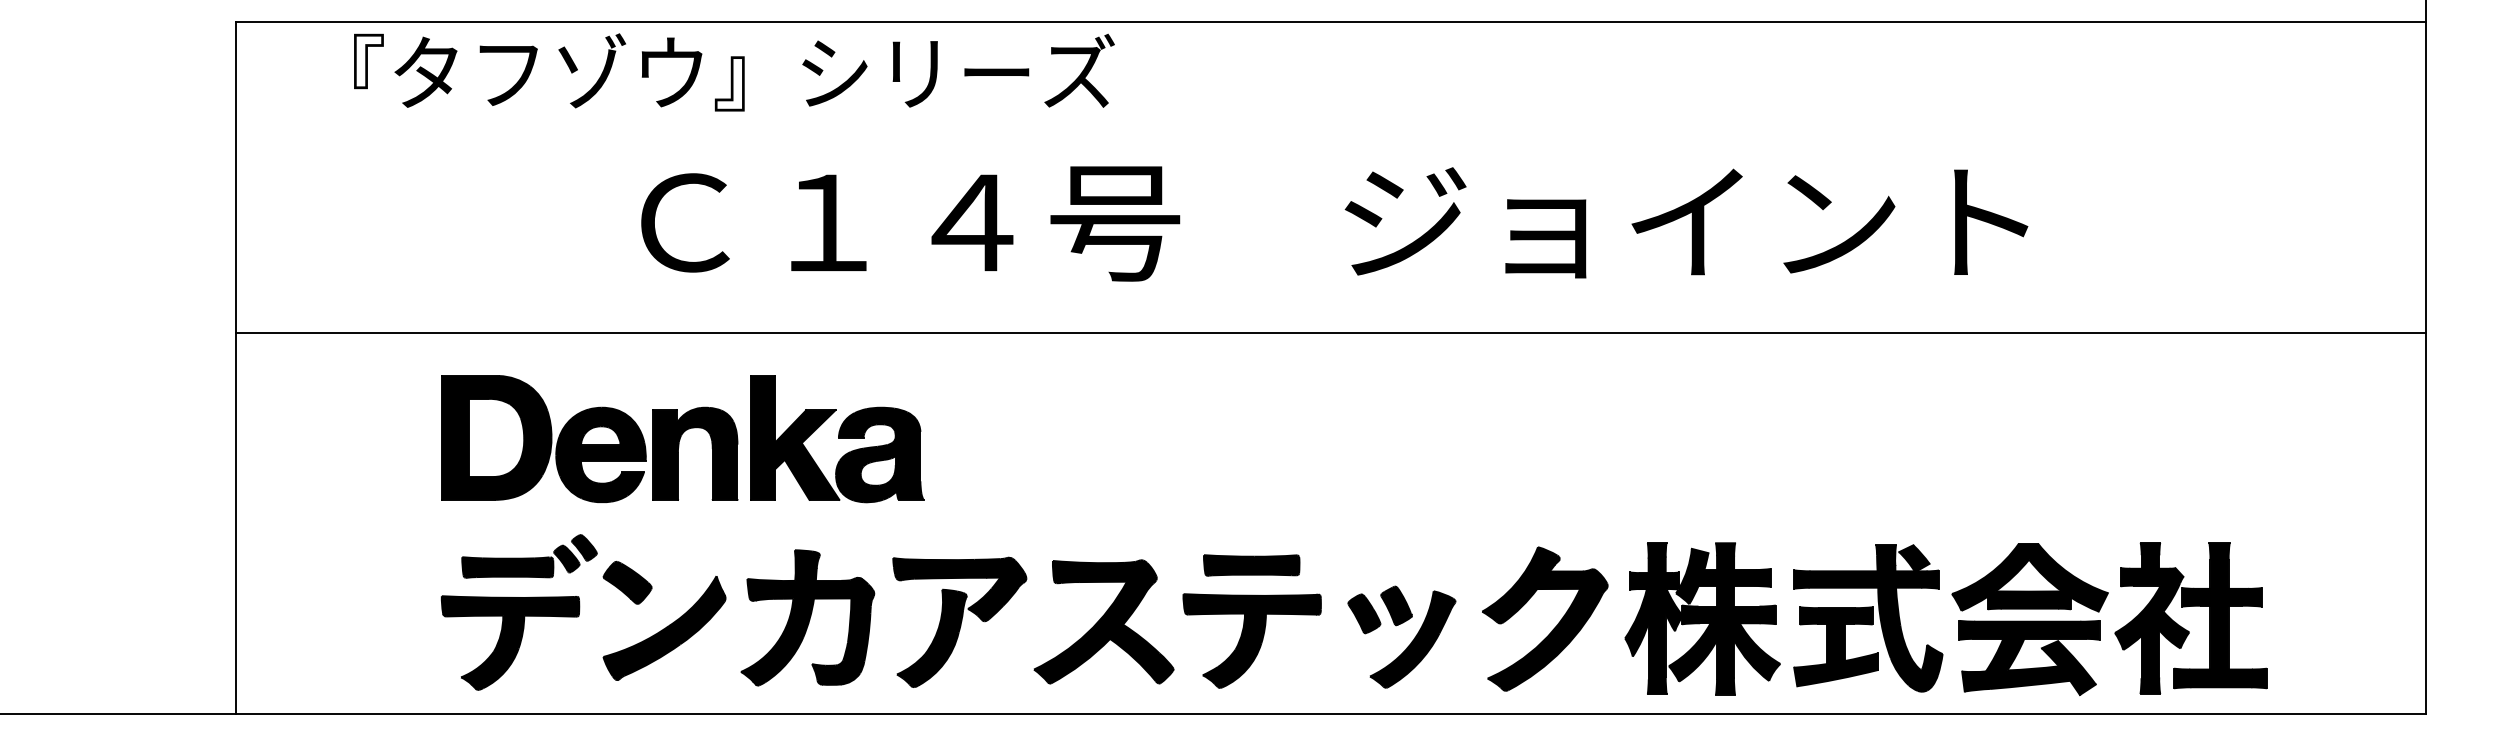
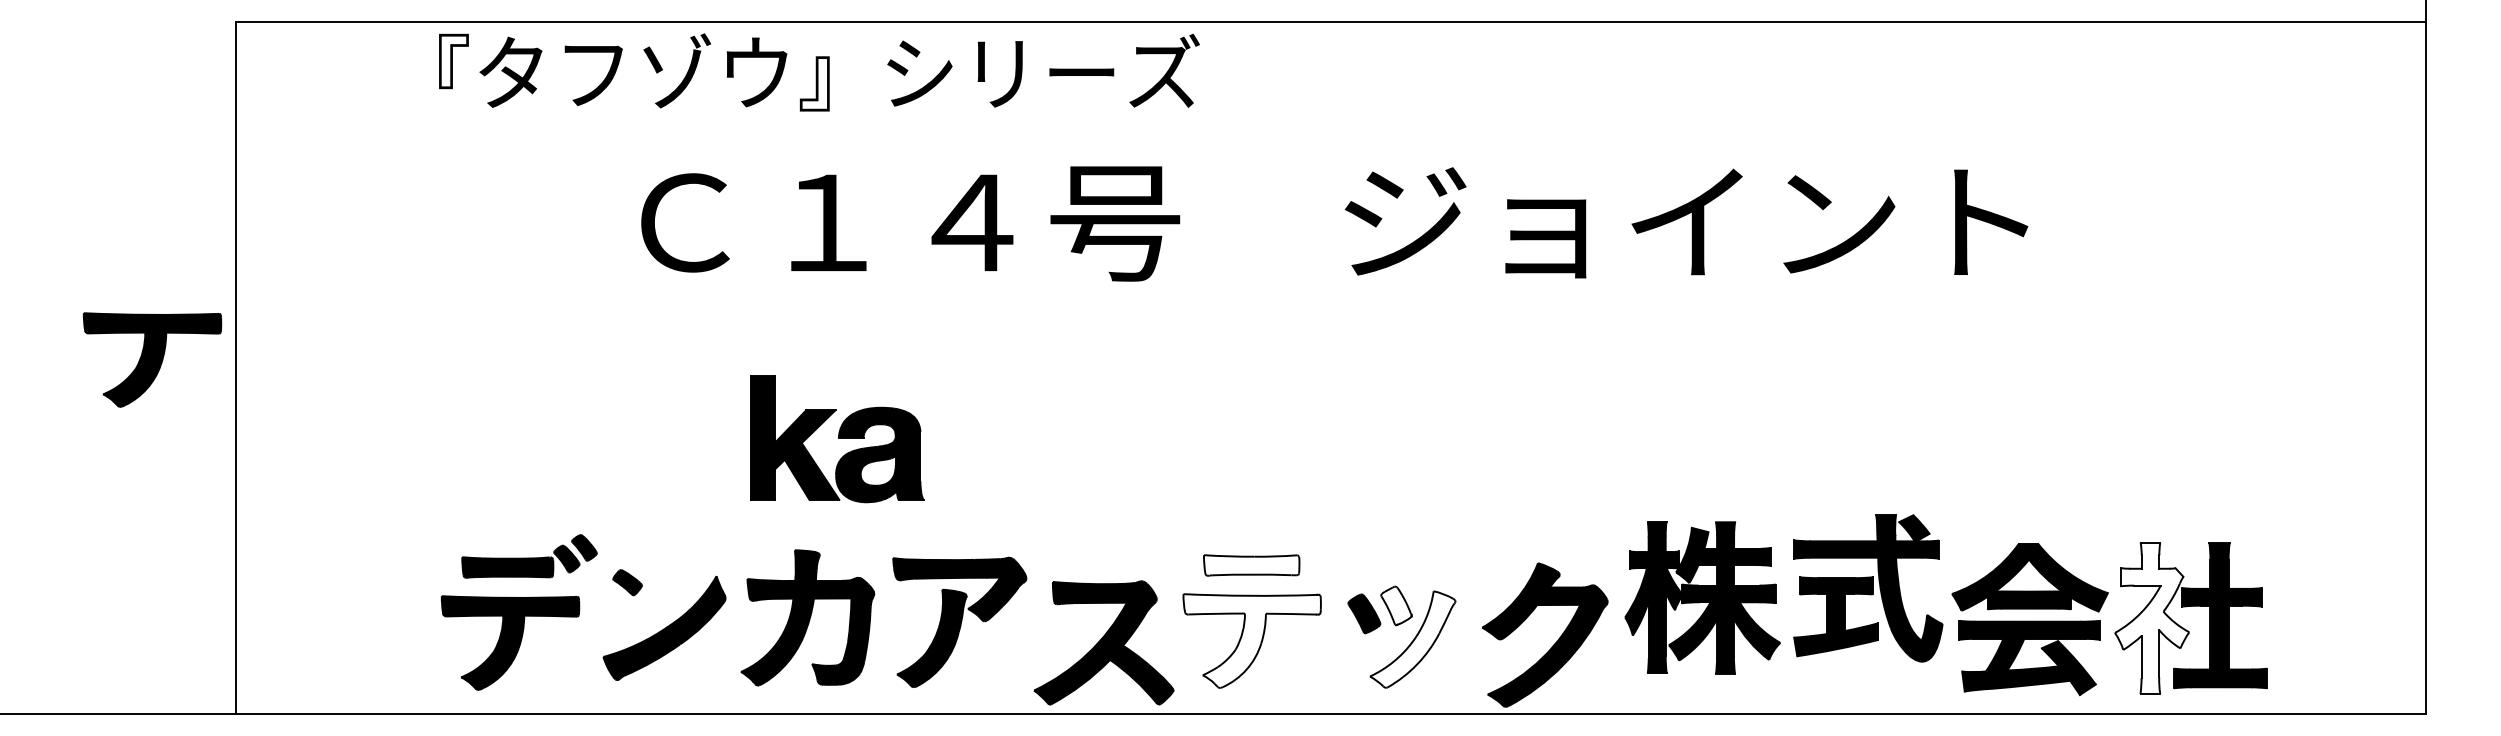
text at (734, 72) position: (734, 72) -> (819, 72)
line at (1330, 333): present -> none
part at (152, 359): none -> present
part at (589, 438): present -> none
fill at (1251, 565): present -> none
part at (627, 582) size: 51x45 px -> 31x28 px
fill at (1396, 605): present -> none
part at (1702, 618) position: (1702, 618) -> (1702, 597)
part at (1868, 618) position: (1868, 618) -> (1868, 588)
fill at (2151, 618): present -> none
part at (1103, 621) position: (1103, 621) -> (1103, 642)
part at (1554, 627) position: (1554, 627) -> (1554, 643)
fill at (1412, 639): present -> none
fill at (1251, 640): present -> none
